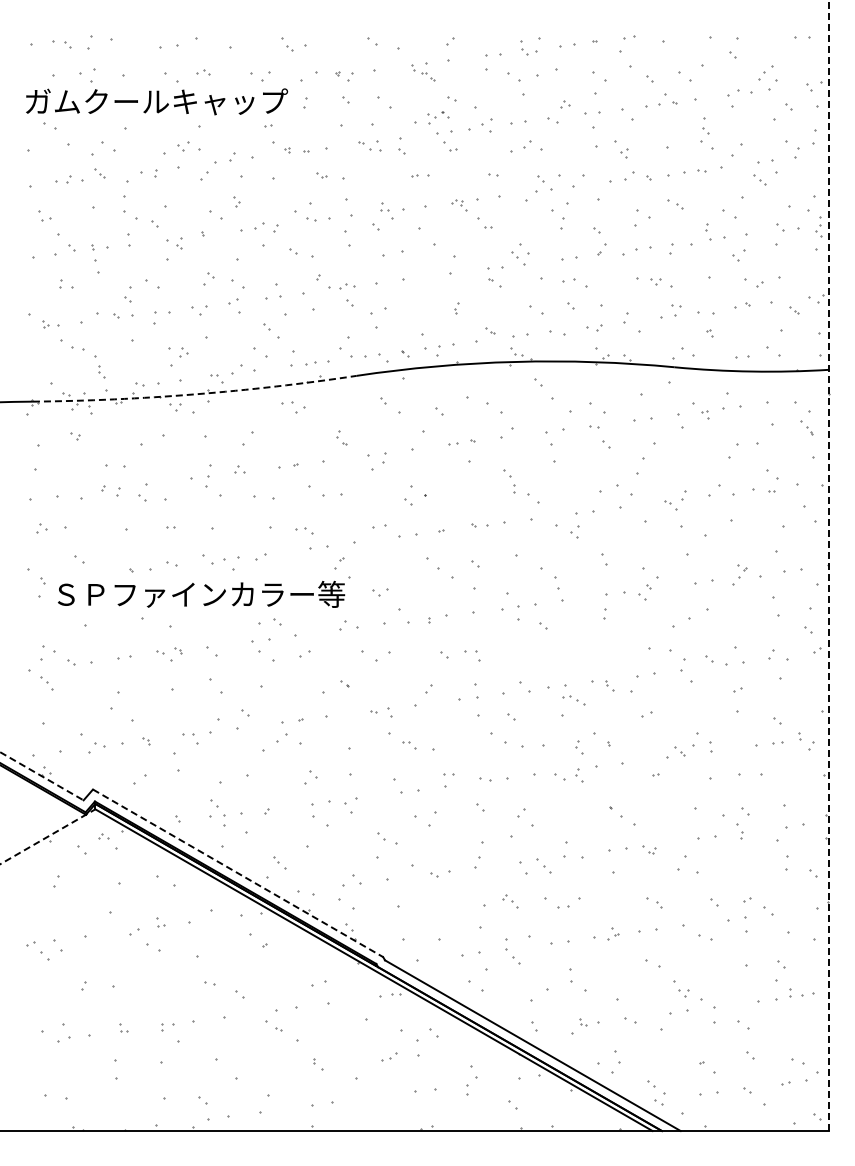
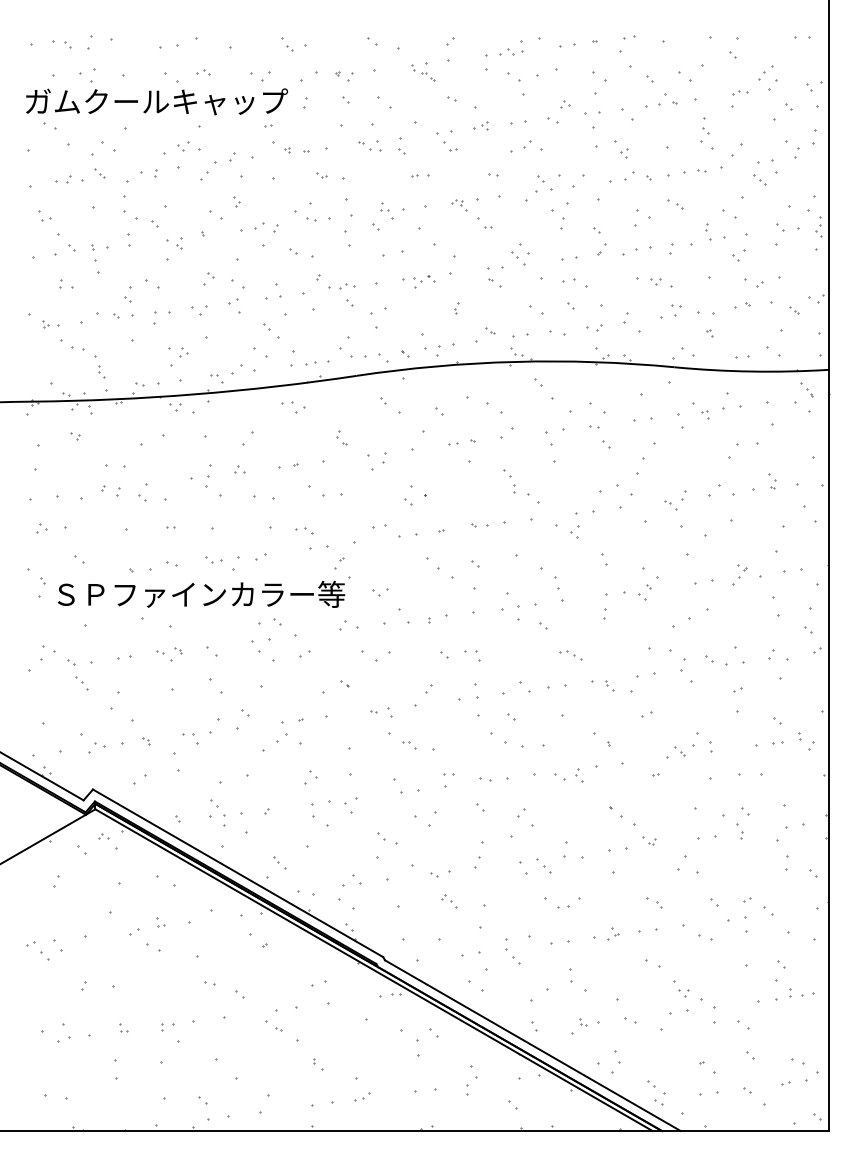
part at (529, 51) position: (529, 51) -> (515, 51)
part at (739, 92) size: 26x8 px -> 17x6 px
part at (438, 117) position: (438, 117) -> (424, 281)
part at (480, 125) size: 25x15 px -> 16x10 px
arc at (195, 394): dashed -> solid
part at (806, 427) position: (806, 427) -> (806, 389)
part at (772, 480) size: 13x24 px -> 9x17 px
part at (213, 559) size: 24x11 px -> 18x8 px
line at (829, 565): dashed -> solid
part at (46, 683) position: (46, 683) -> (81, 683)
part at (573, 700) position: (573, 700) -> (570, 655)
part at (579, 747): present -> none
line at (42, 776): dashed -> solid
line at (47, 836): dashed -> solid
part at (649, 849) position: (649, 849) -> (649, 840)
line at (238, 873): dashed -> solid
part at (510, 901) position: (510, 901) -> (449, 901)
part at (389, 1056) position: (389, 1056) -> (362, 1096)
